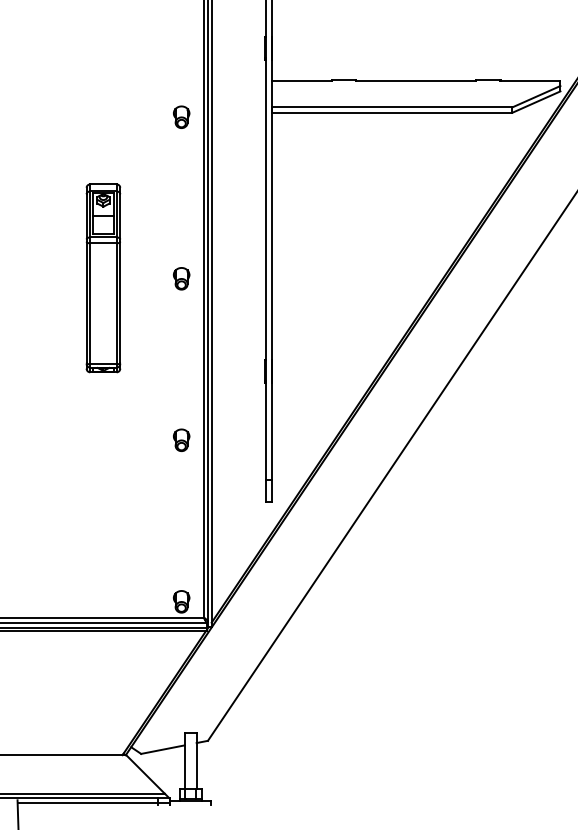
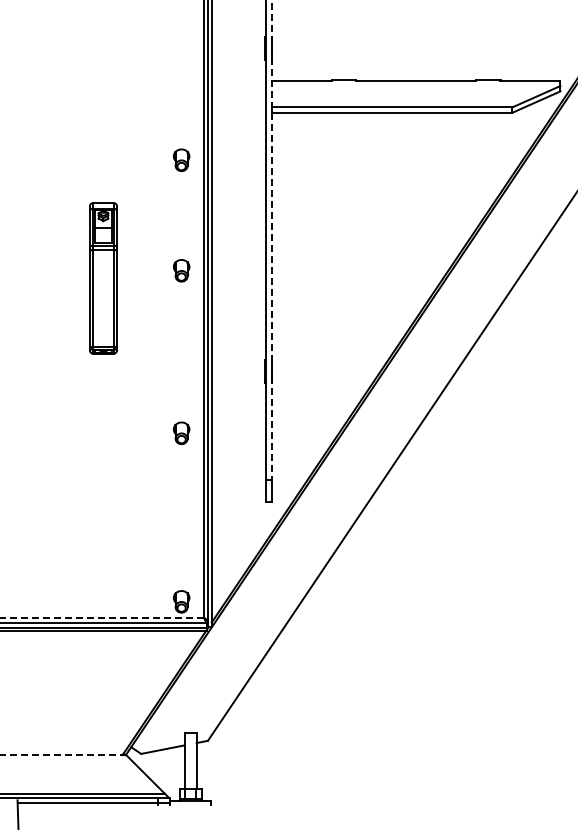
part at (181, 116) position: (181, 116) -> (181, 159)
line at (271, 240): solid -> dashed
part at (103, 278) size: 37x191 px -> 29x153 px
part at (181, 278) position: (181, 278) -> (181, 270)
part at (181, 439) position: (181, 439) -> (181, 432)
line at (102, 617): solid -> dashed
line at (63, 755): solid -> dashed
